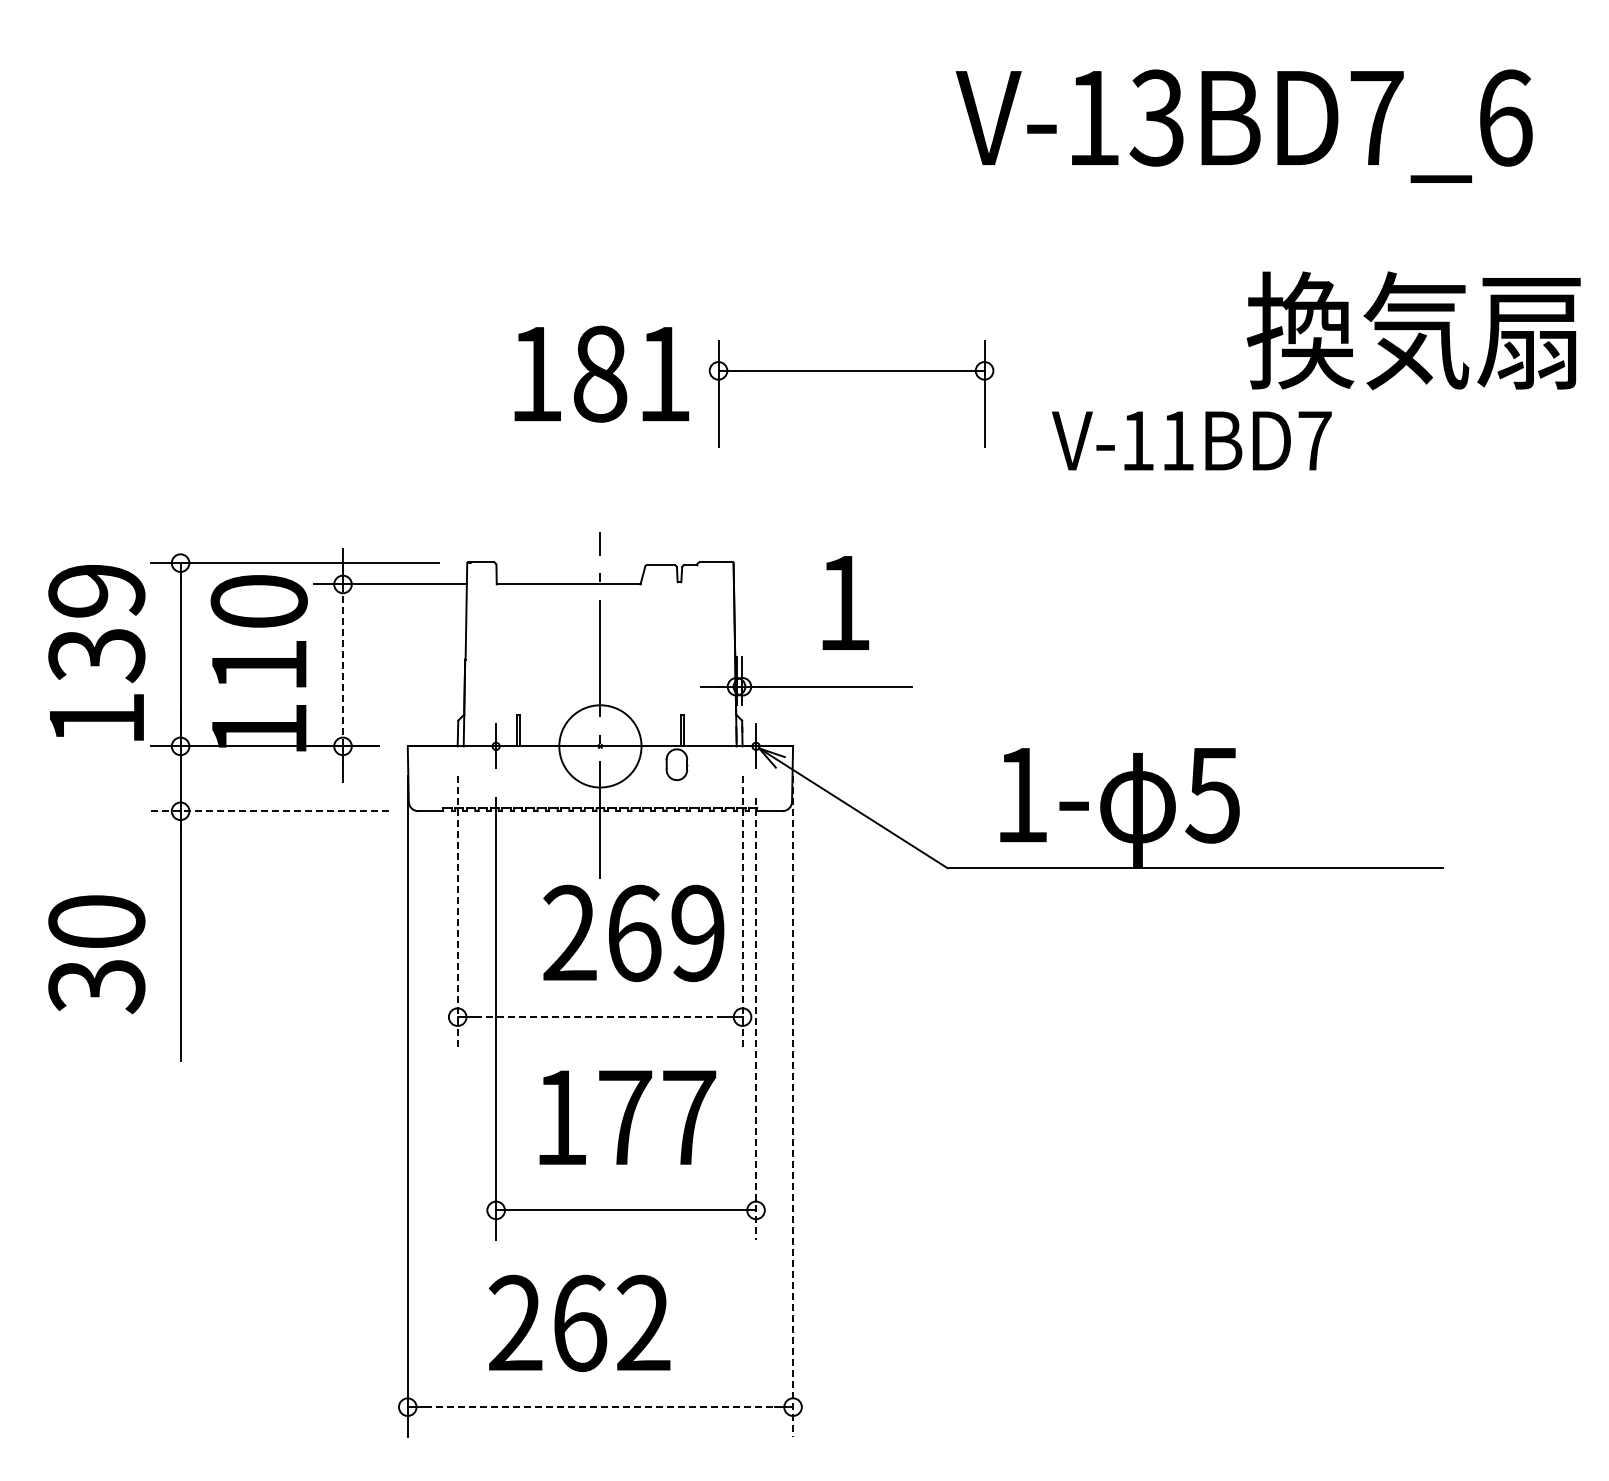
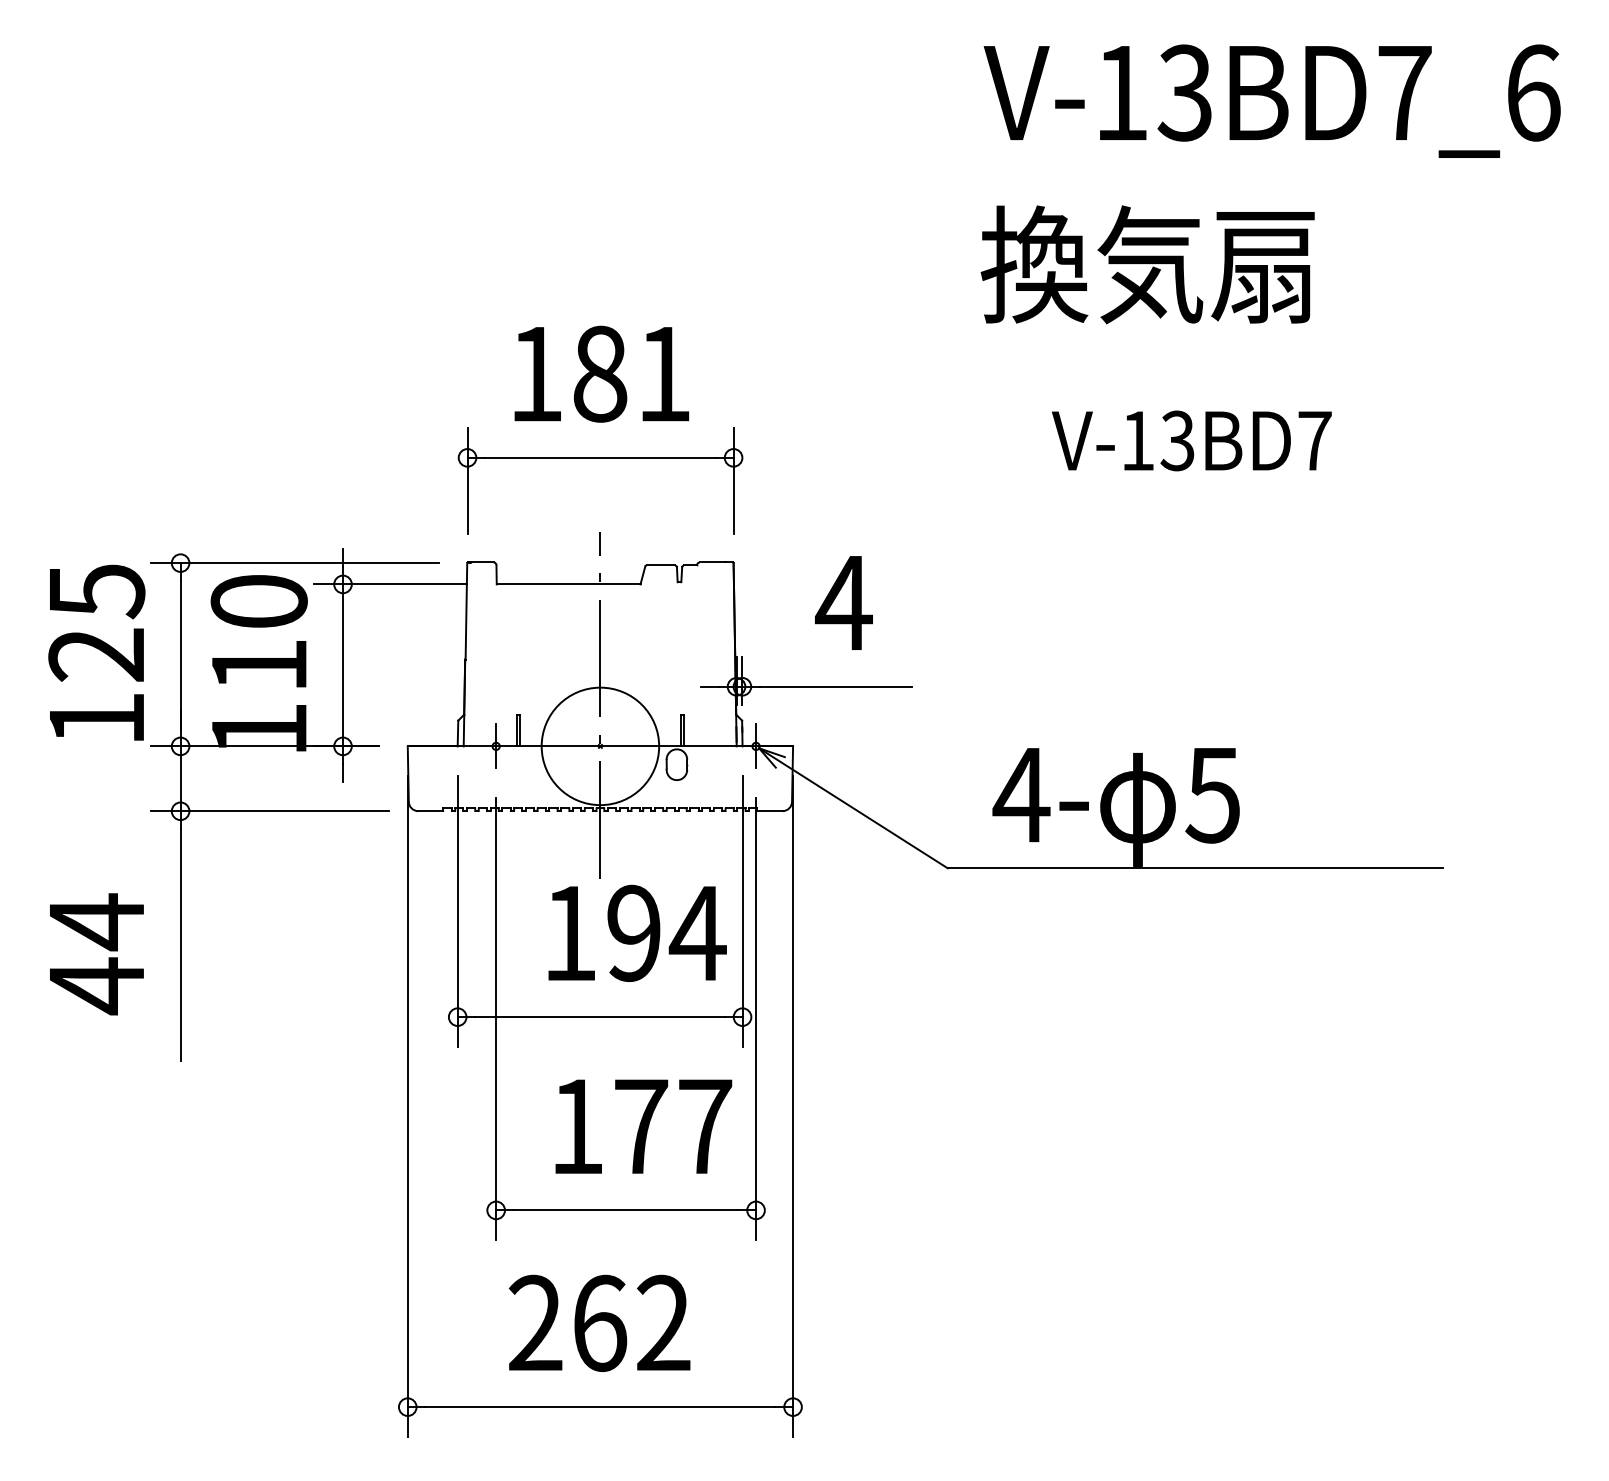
text at (1243, 125) position: (1243, 125) -> (1271, 100)
text at (1413, 330) position: (1413, 330) -> (1147, 264)
part at (851, 371) position: (851, 371) -> (600, 458)
text at (1177, 440): V-11BD7 -> V-13BD7
text at (843, 602): 1 -> 4
text at (96, 623): 139 -> 125
line at (343, 665): dashed -> solid
circle at (600, 746) diameter: 82 px -> 117 px
text at (1021, 795): 1- -> 4-
line at (270, 811): dashed -> solid
line at (457, 911): dashed -> solid
line at (742, 911): dashed -> solid
text at (634, 933): 269 -> 194
text at (96, 954): 30 -> 44
line at (600, 1017): dashed -> solid
line at (756, 1018): dashed -> solid
line at (793, 1106): dashed -> solid
text at (627, 1117) position: (627, 1117) -> (643, 1126)
text at (579, 1322) position: (579, 1322) -> (599, 1322)
line at (600, 1407): dashed -> solid
